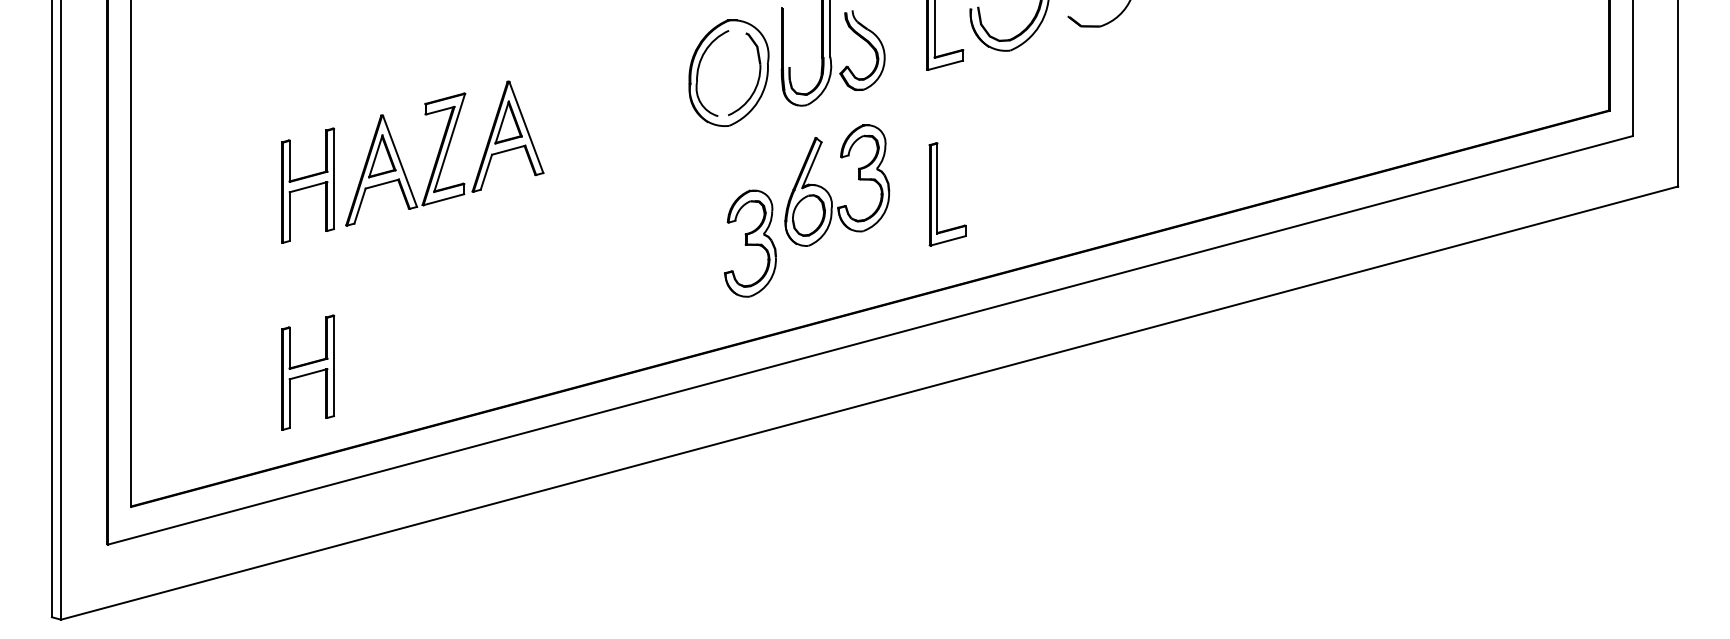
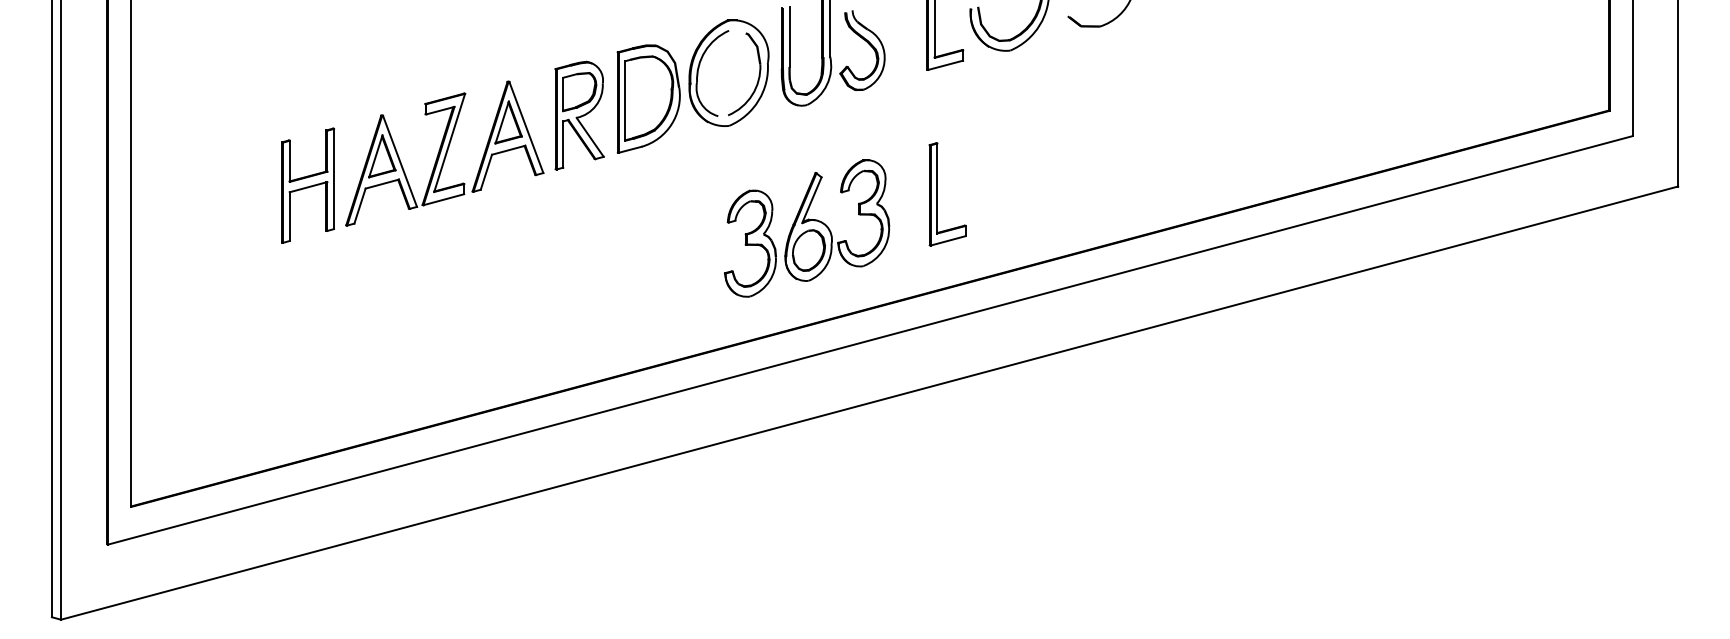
line at (789, 36): none -> present
part at (648, 98): none -> present
part at (579, 115): none -> present
part at (828, 191) position: (828, 191) -> (828, 226)
part at (307, 372): present -> none
